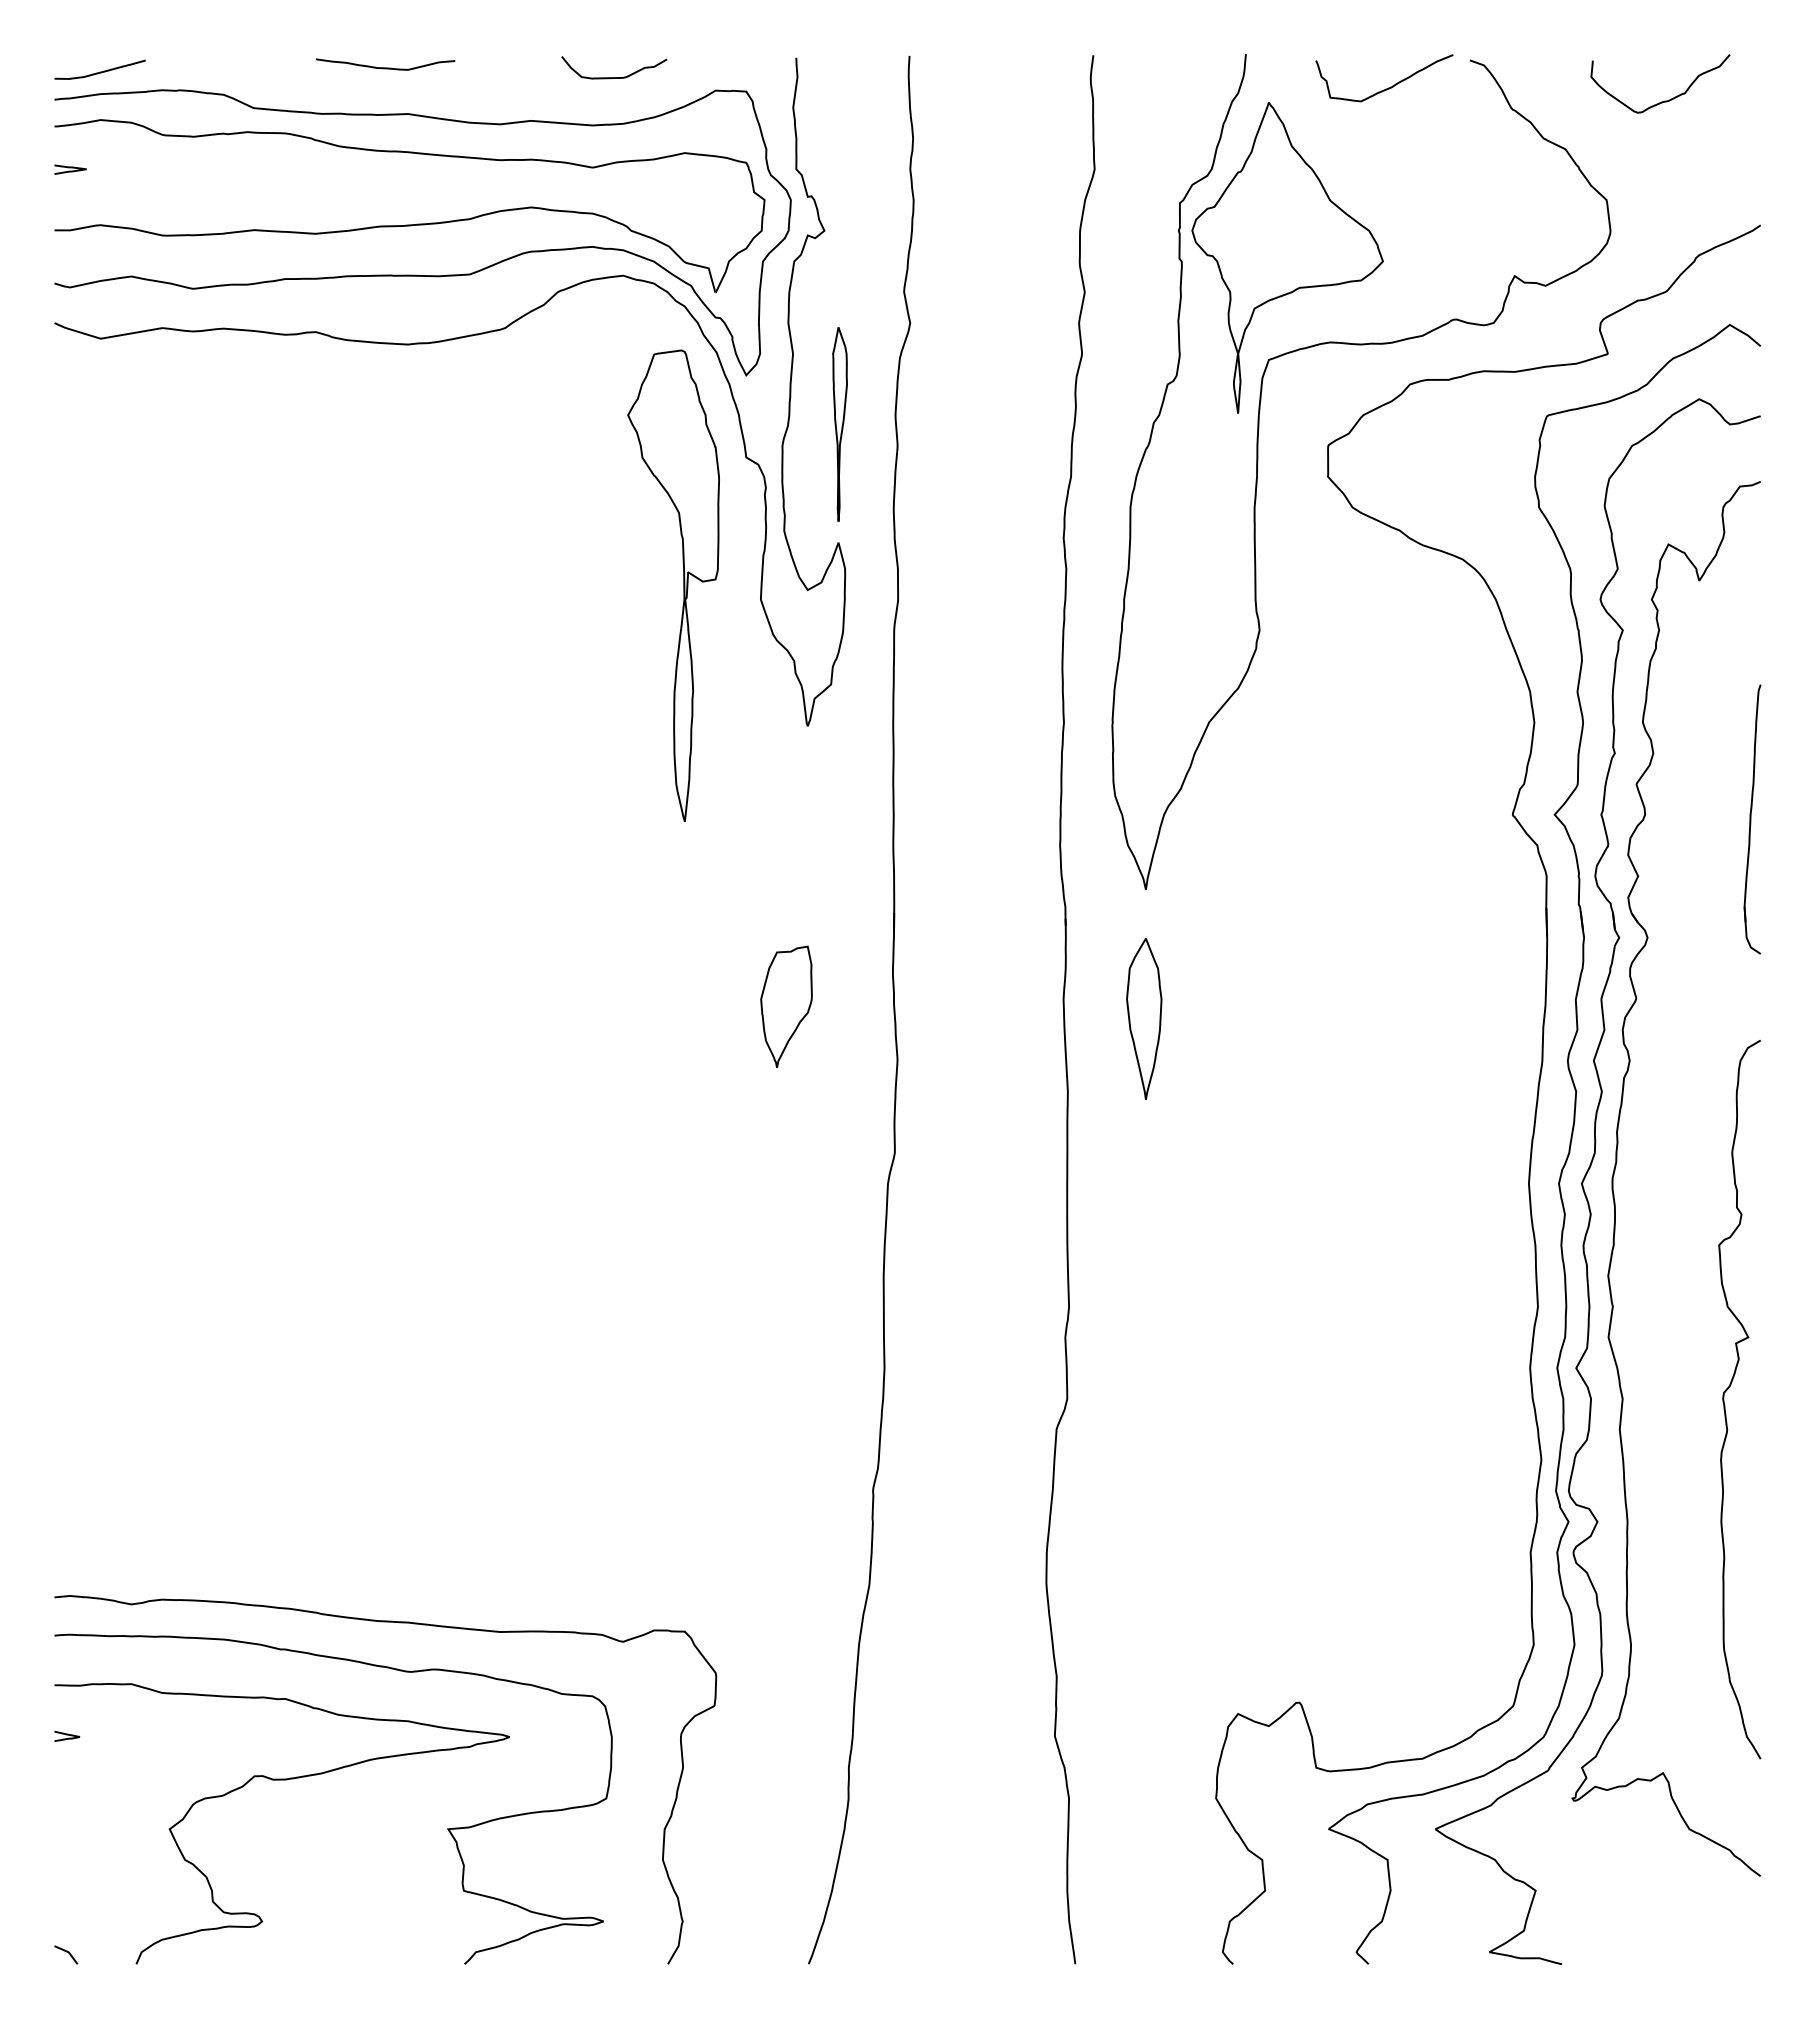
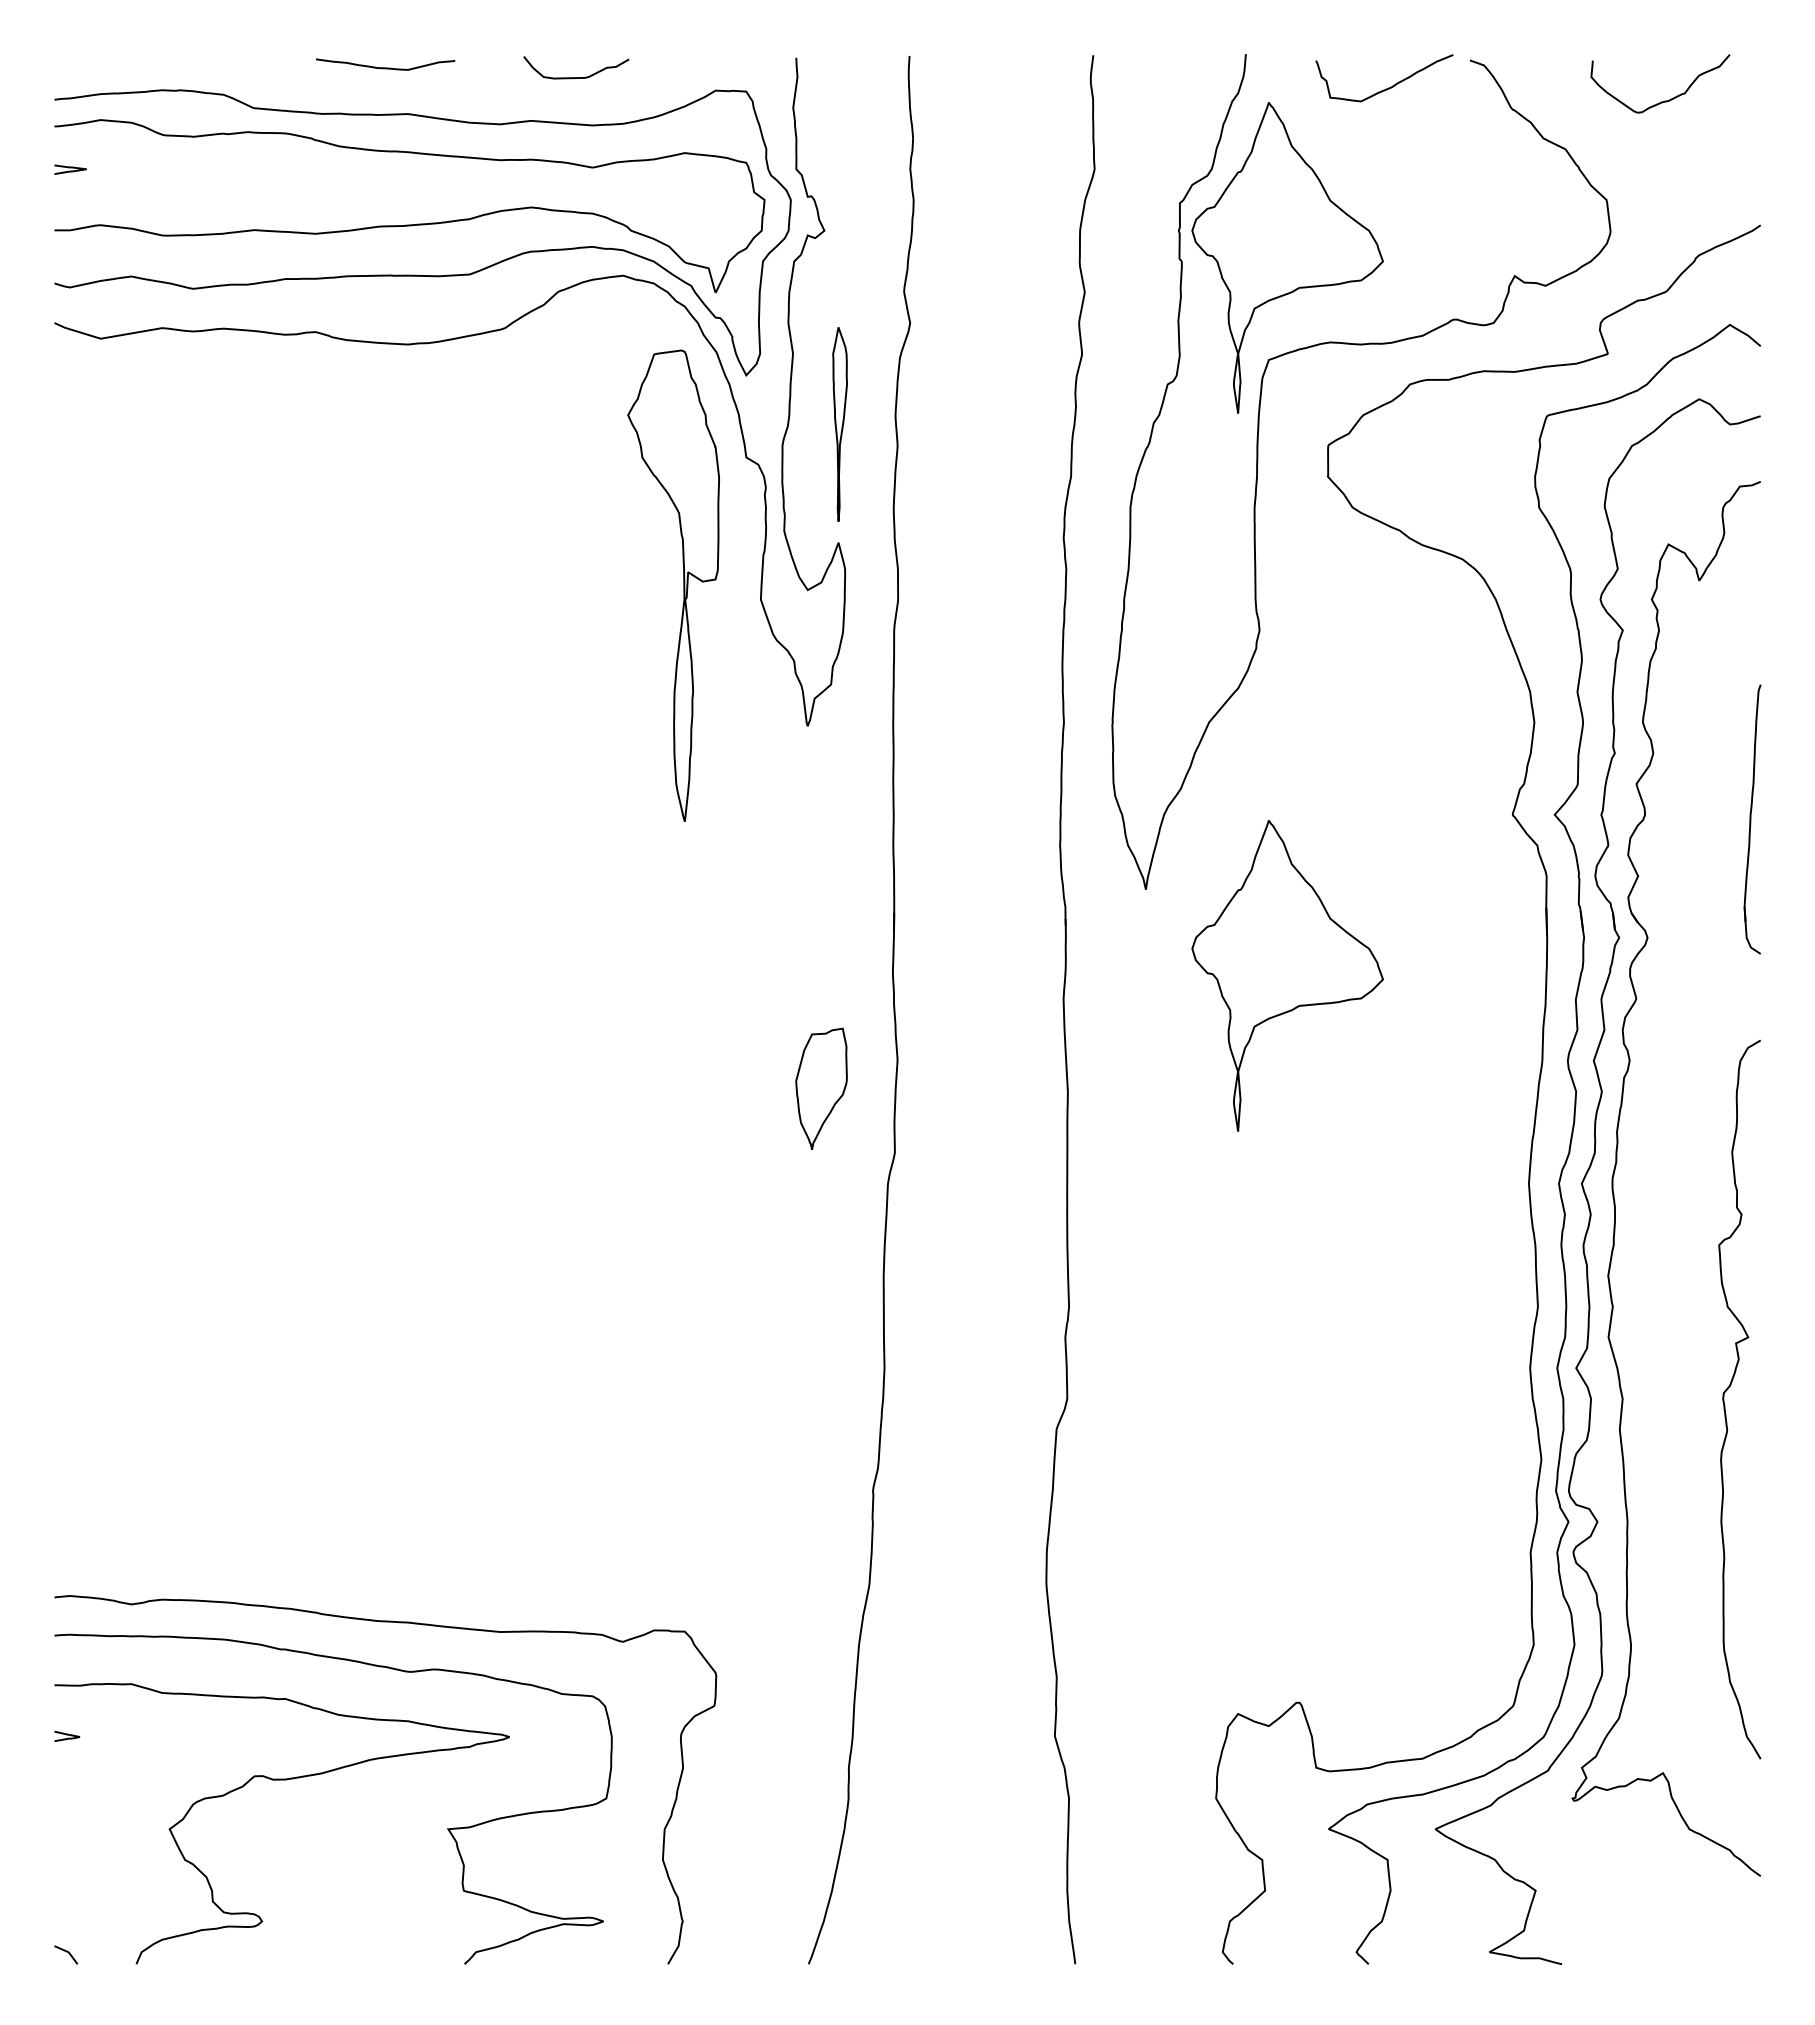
curve at (99, 71): present -> none
curve at (614, 77) position: (614, 77) -> (576, 77)
part at (1287, 975): none -> present
part at (786, 1006) position: (786, 1006) -> (821, 1088)
part at (1144, 1018): present -> none
